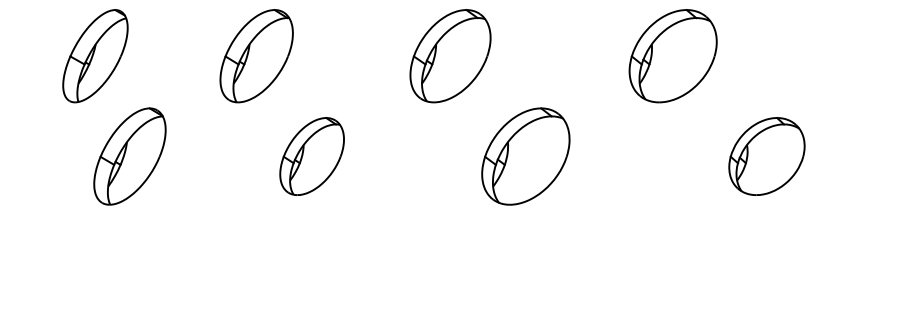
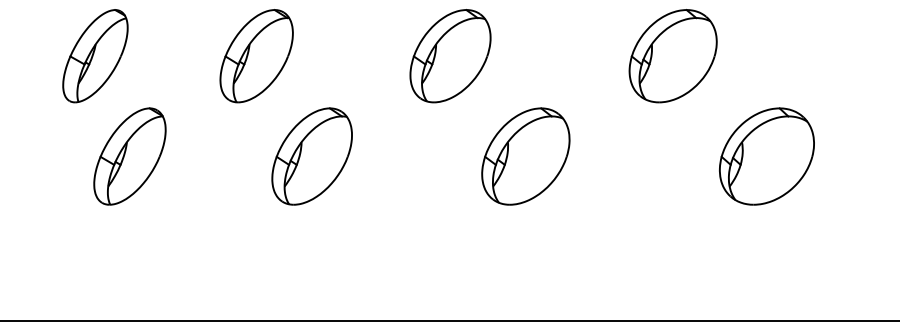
part at (311, 156) size: 66x79 px -> 82x99 px
part at (766, 156) size: 78x79 px -> 96x99 px
line at (449, 320): none -> present
